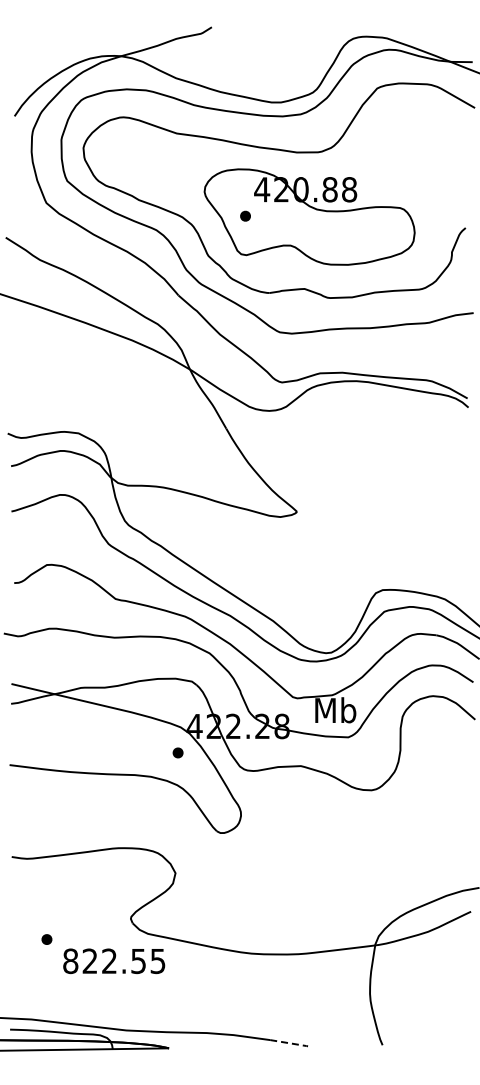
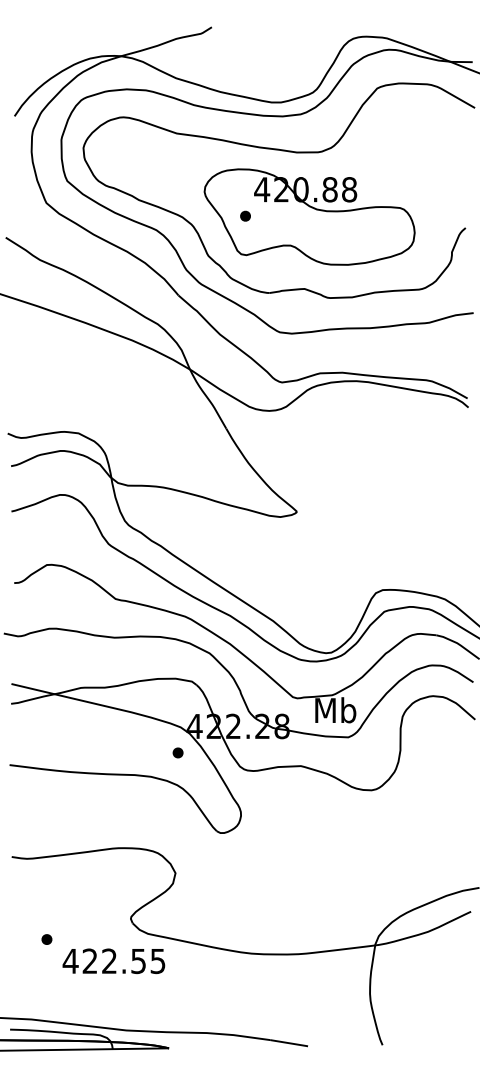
text at (70, 961): 822.55 -> 422.55
line at (289, 1043): dashed -> solid
